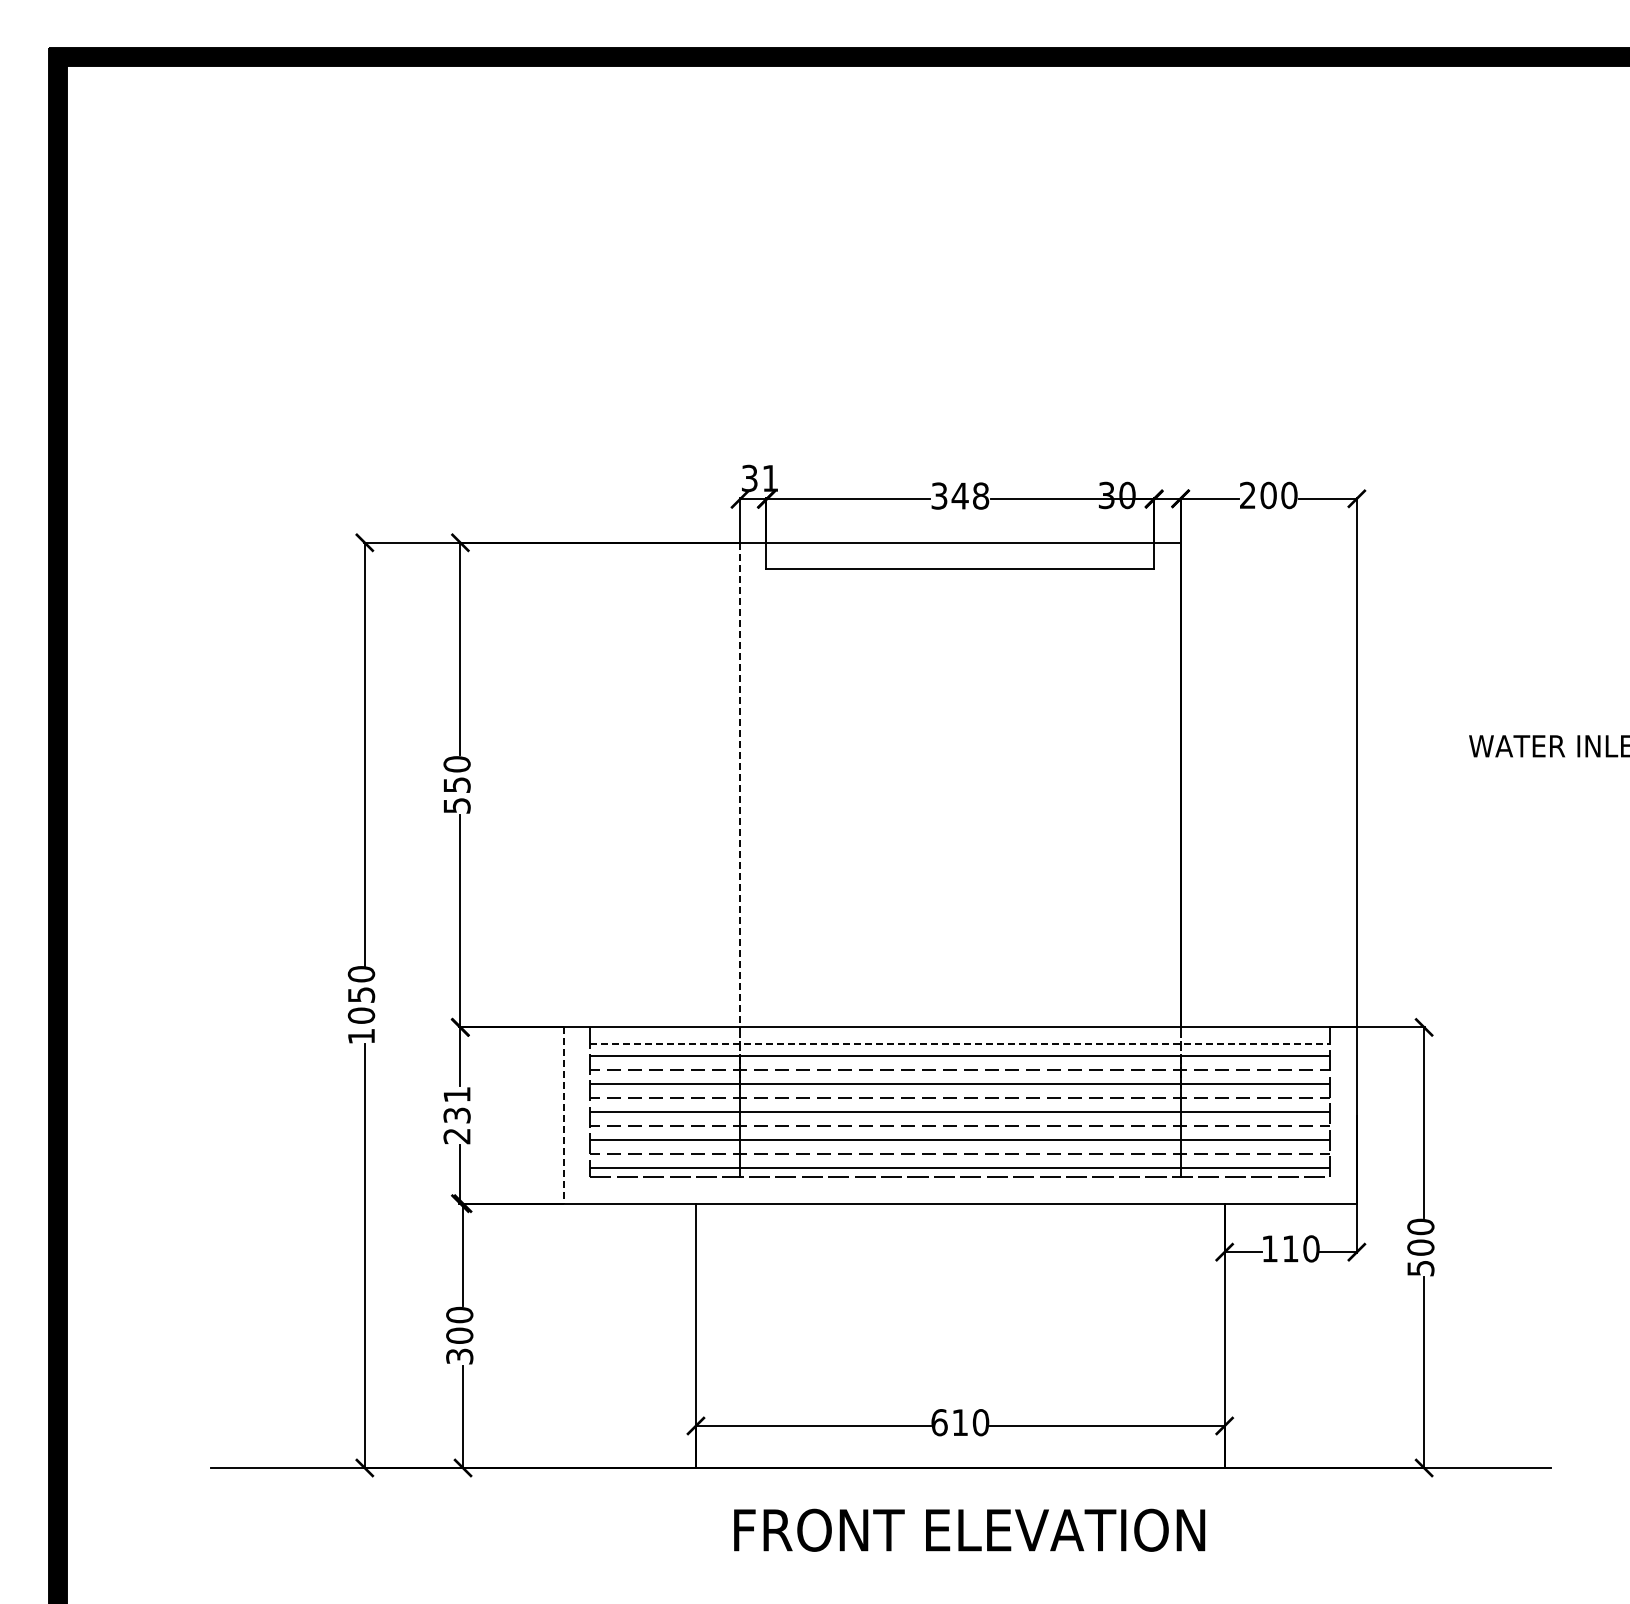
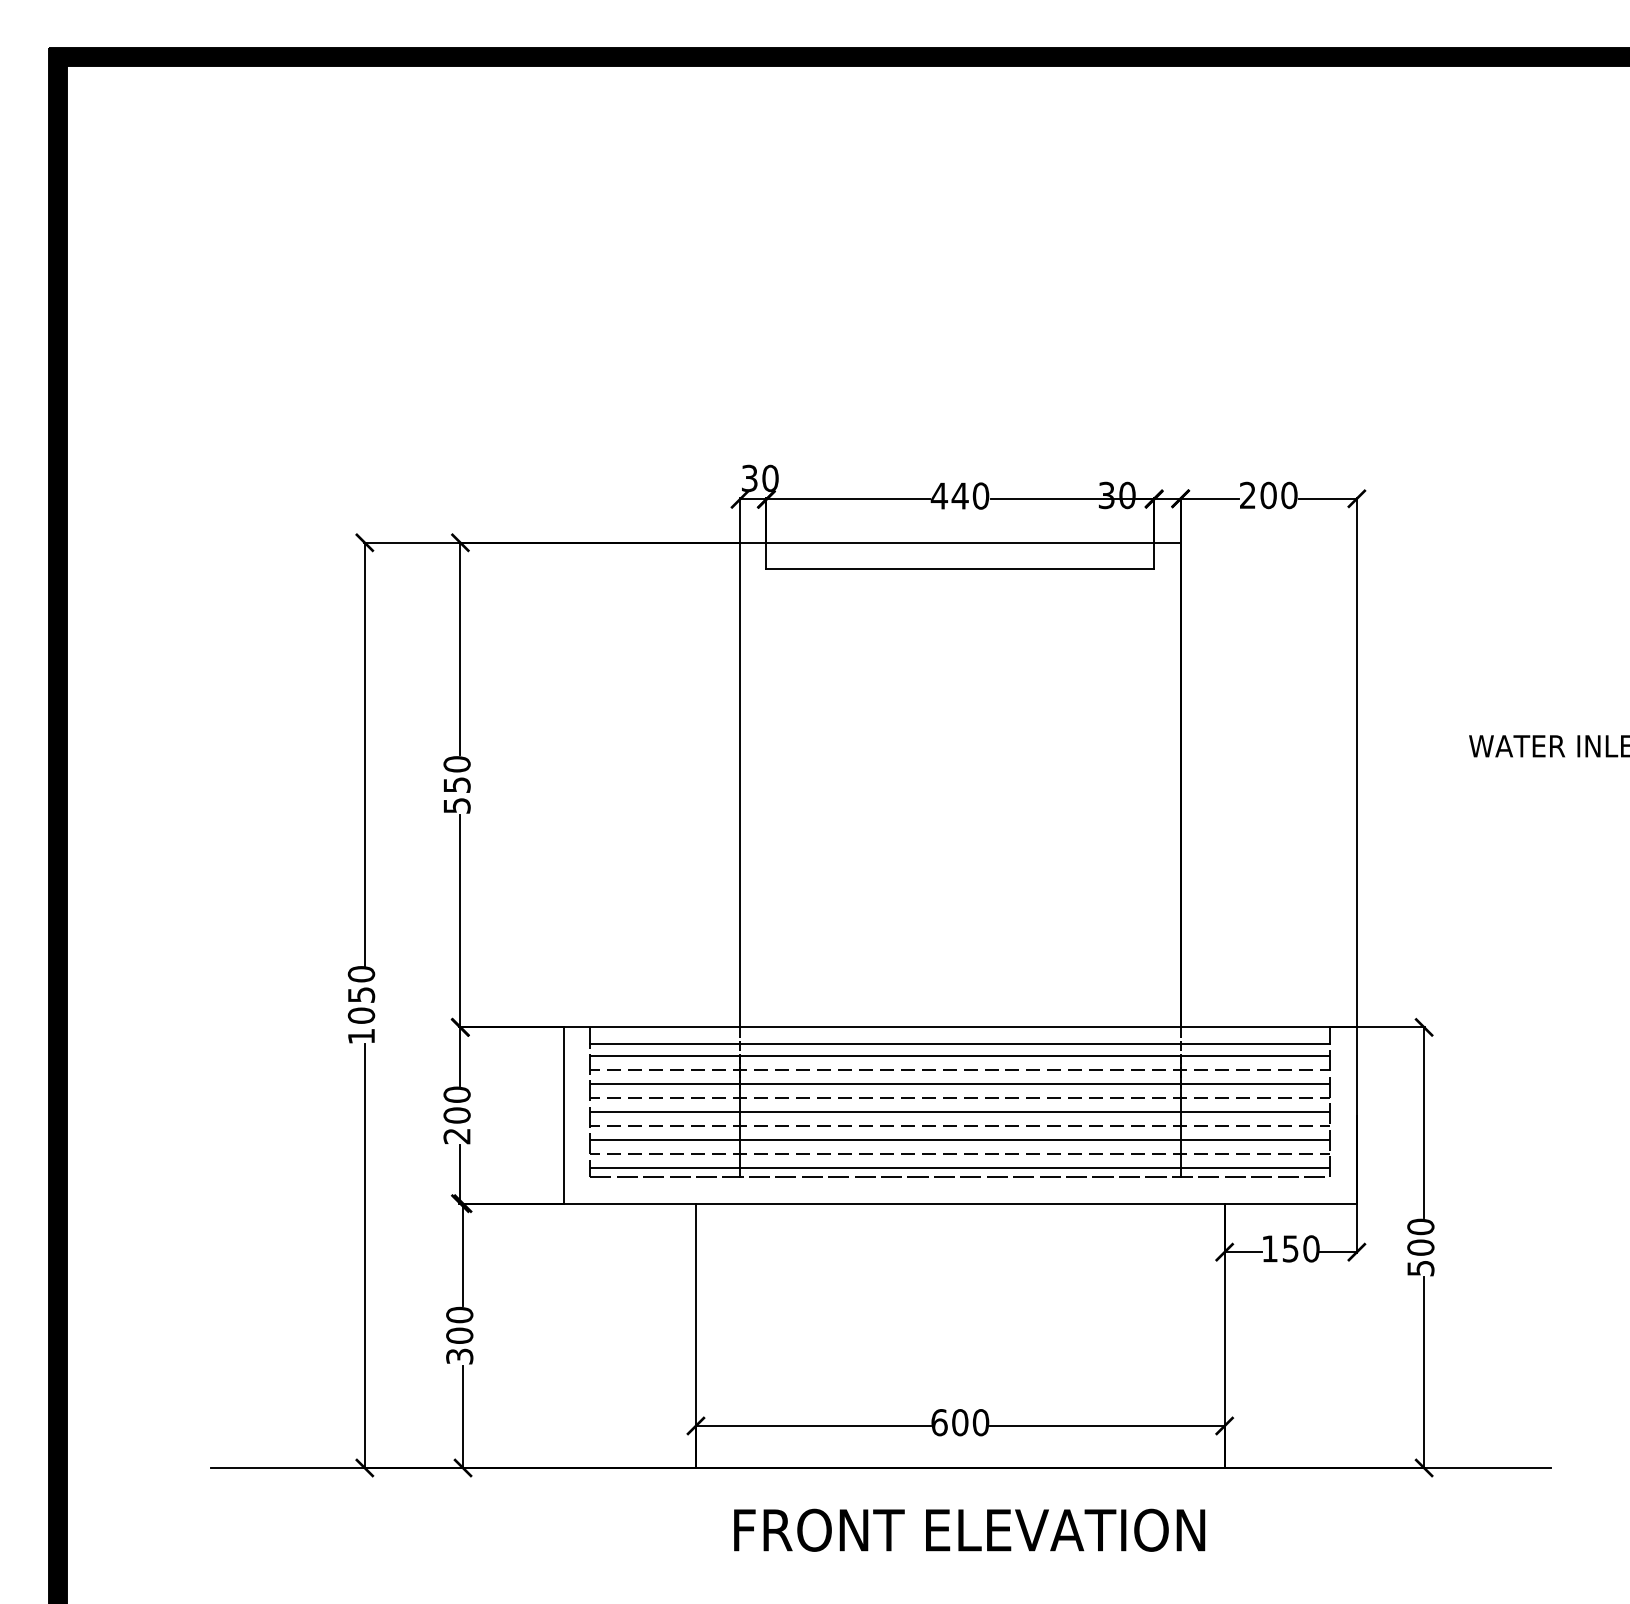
text at (770, 478): 31 -> 30
text at (959, 495): 348 -> 440
line at (740, 785): dashed -> solid
line at (960, 1044): dashed -> solid
text at (456, 1104): 231 -> 200
line at (563, 1116): dashed -> solid
text at (1290, 1248): 110 -> 150
text at (960, 1422): 610 -> 600
